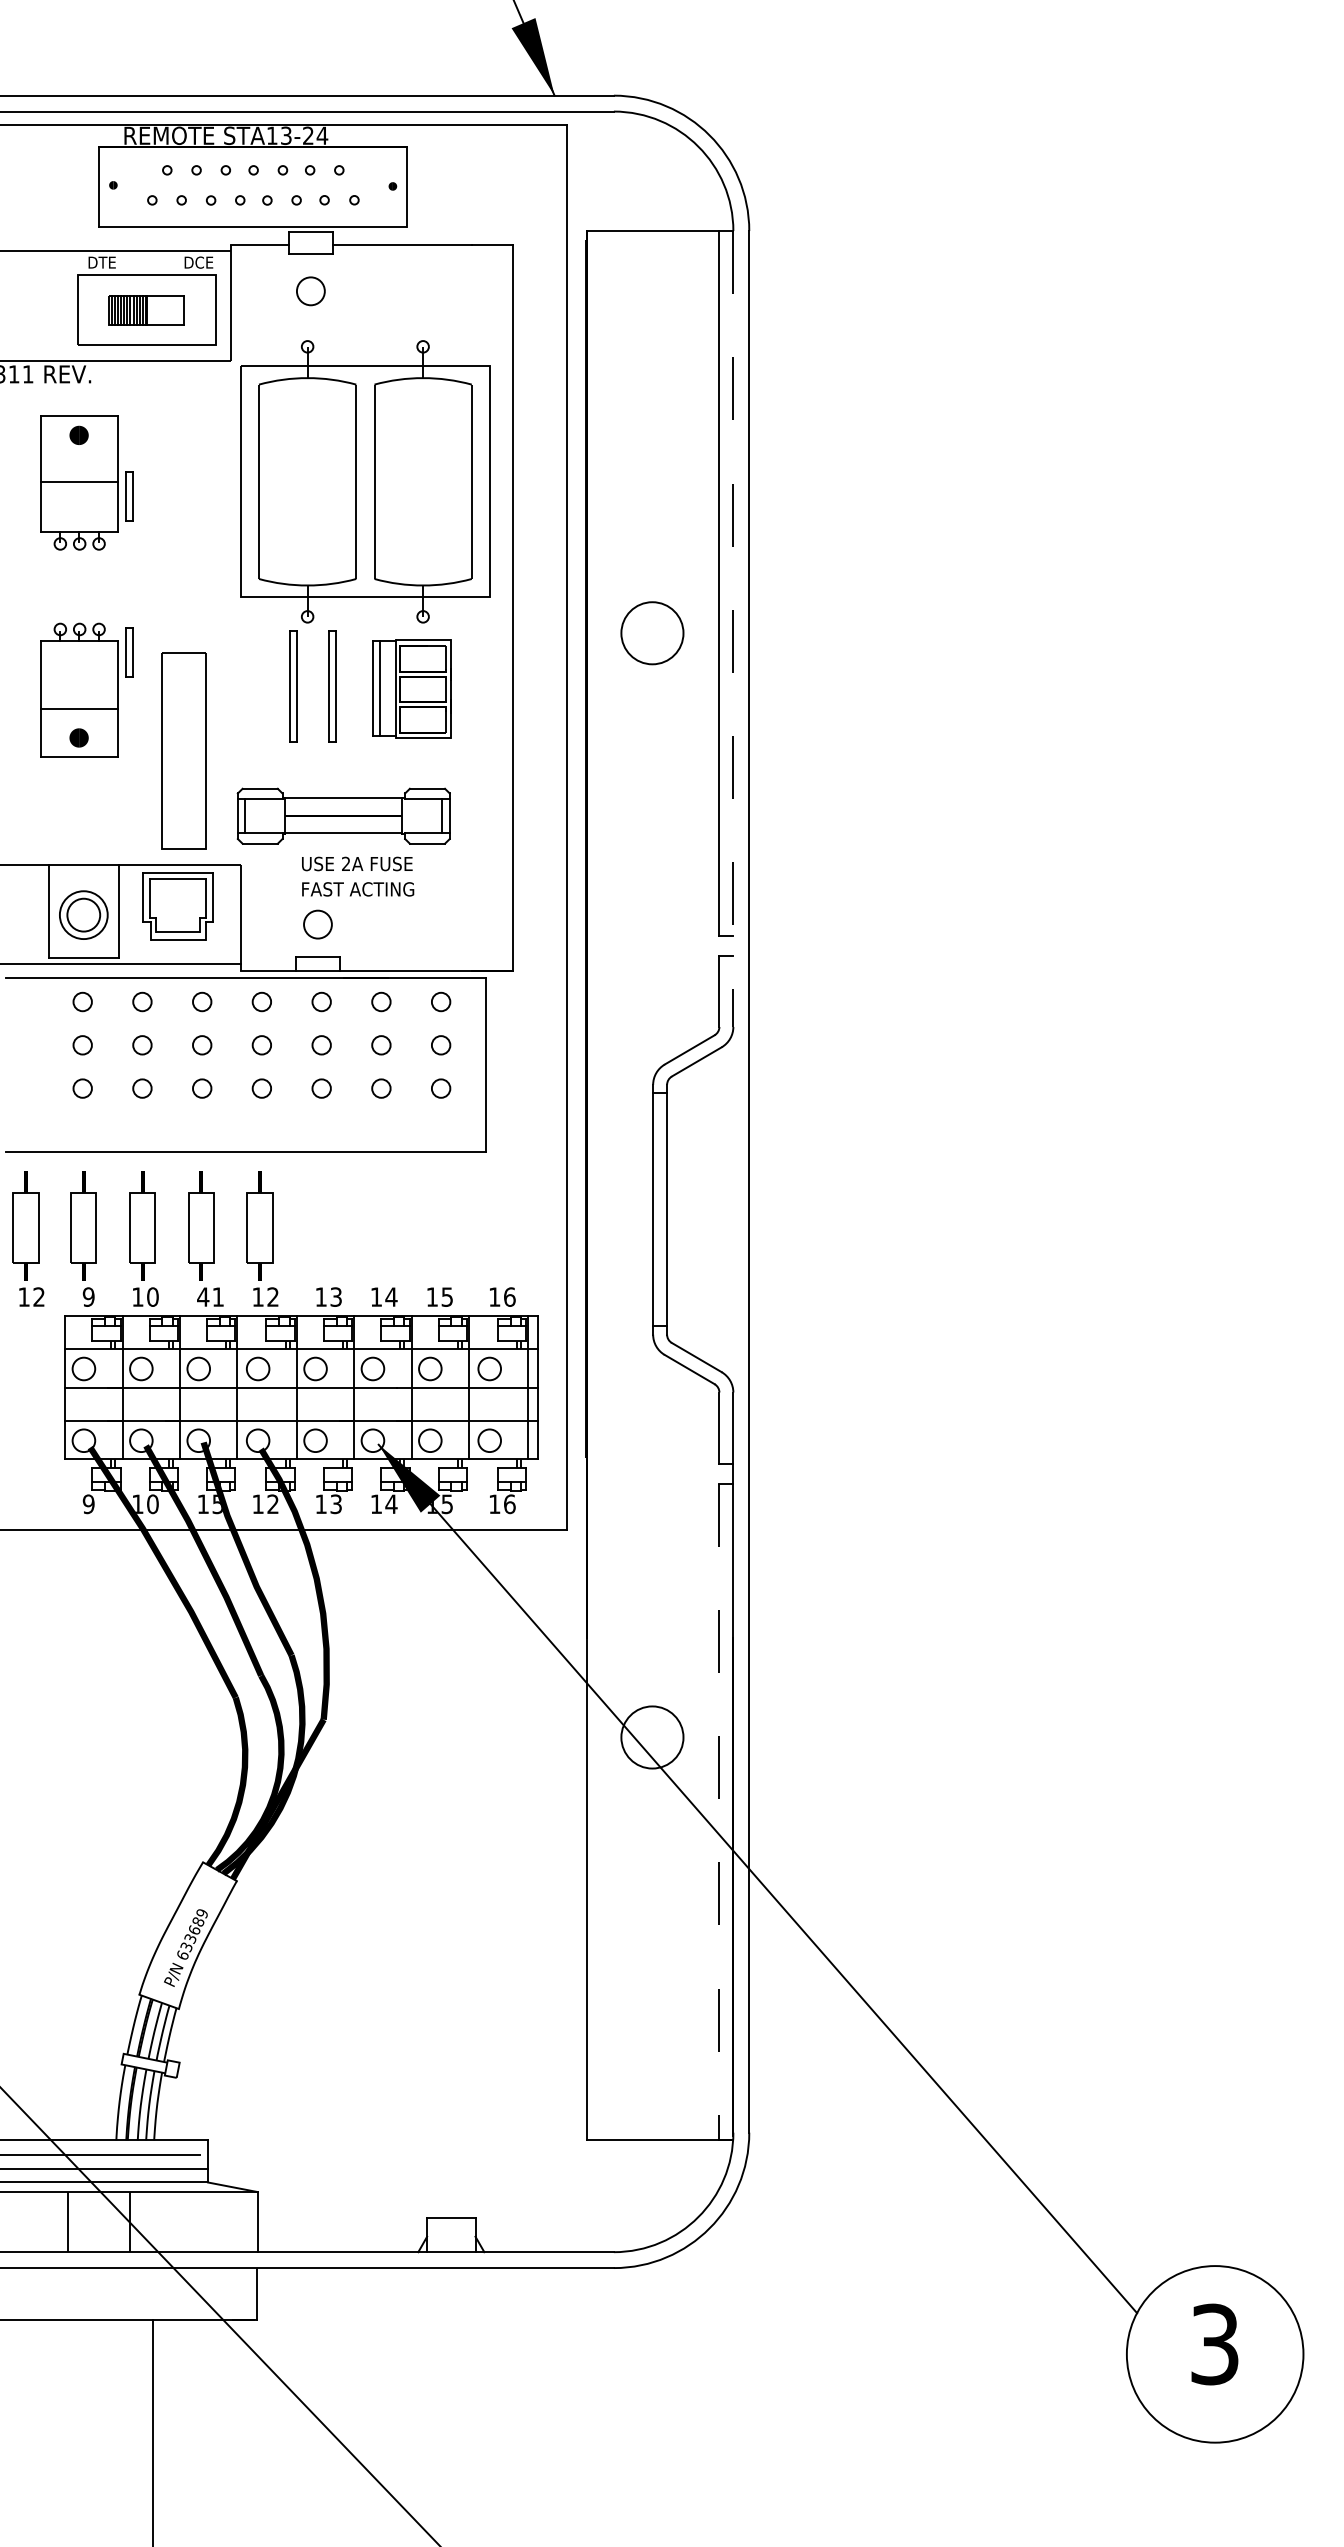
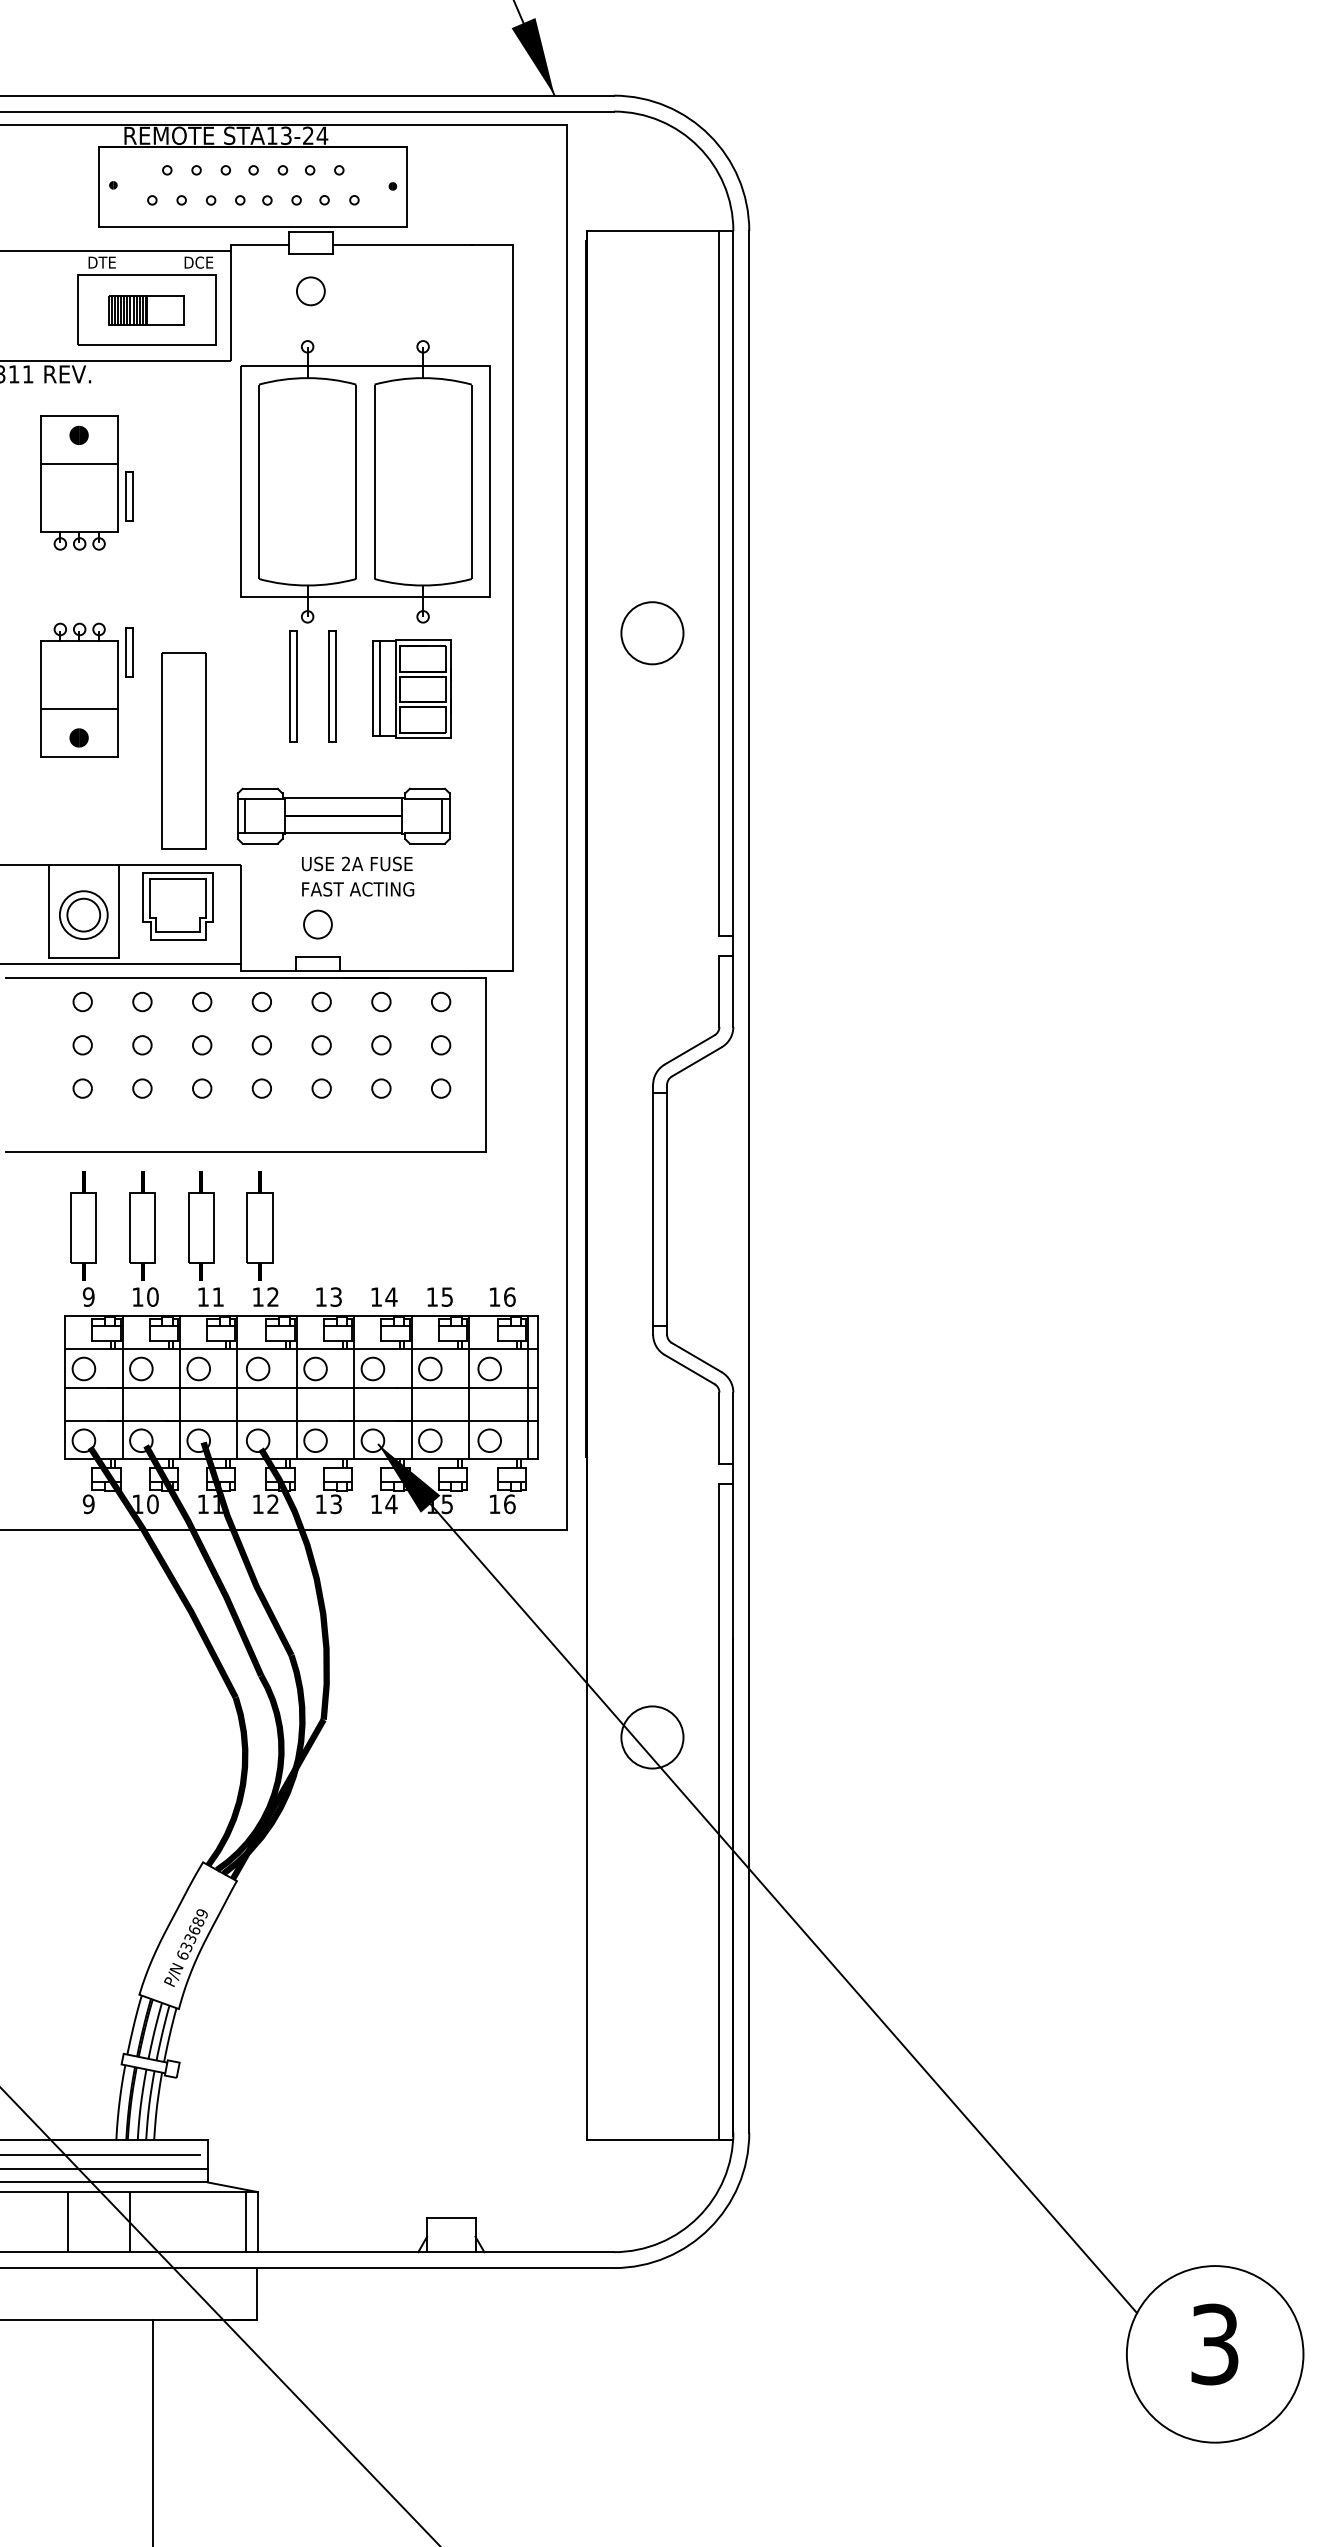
line at (78, 482) position: (78, 482) -> (78, 464)
line at (733, 629): dashed -> solid
part at (28, 1238): present -> none
text at (203, 1296): 41 -> 11
text at (217, 1504): 15 -> 11
line at (719, 1812): dashed -> solid
line at (245, 2222): none -> present
